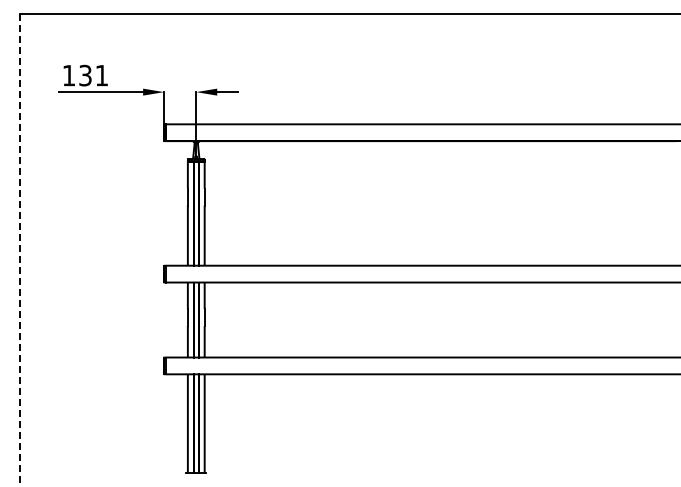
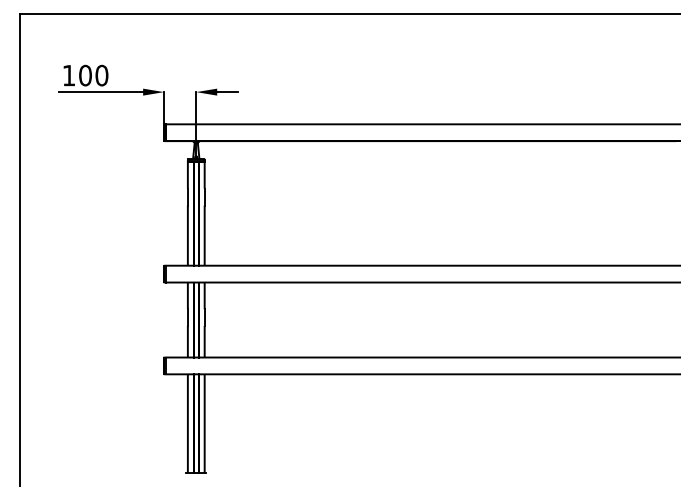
text at (93, 75): 131 -> 100
line at (20, 250): dashed -> solid
